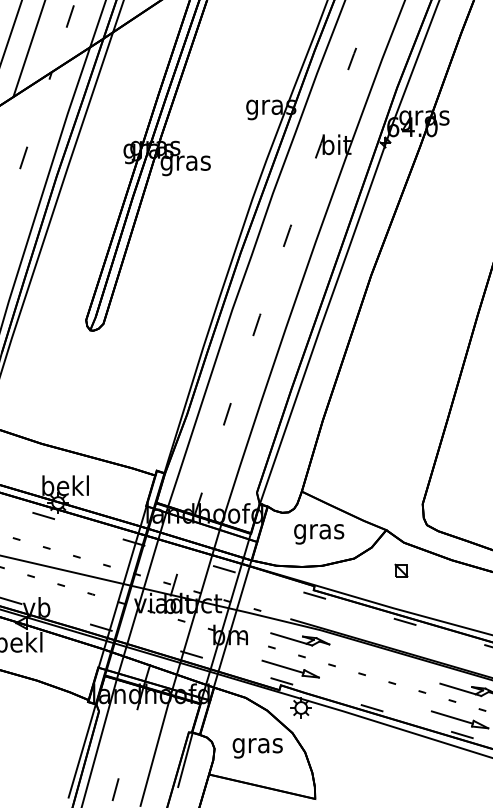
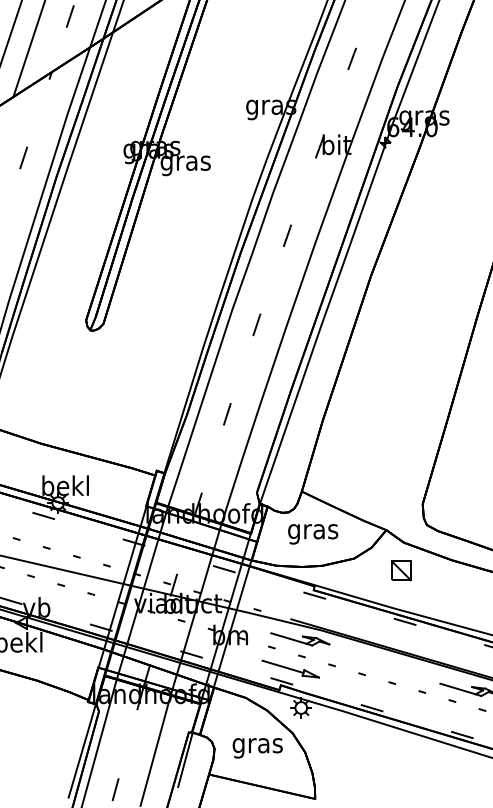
text at (319, 534) position: (319, 534) -> (313, 534)
part at (401, 570) size: 15x15 px -> 22x22 px
part at (459, 719): present -> none
